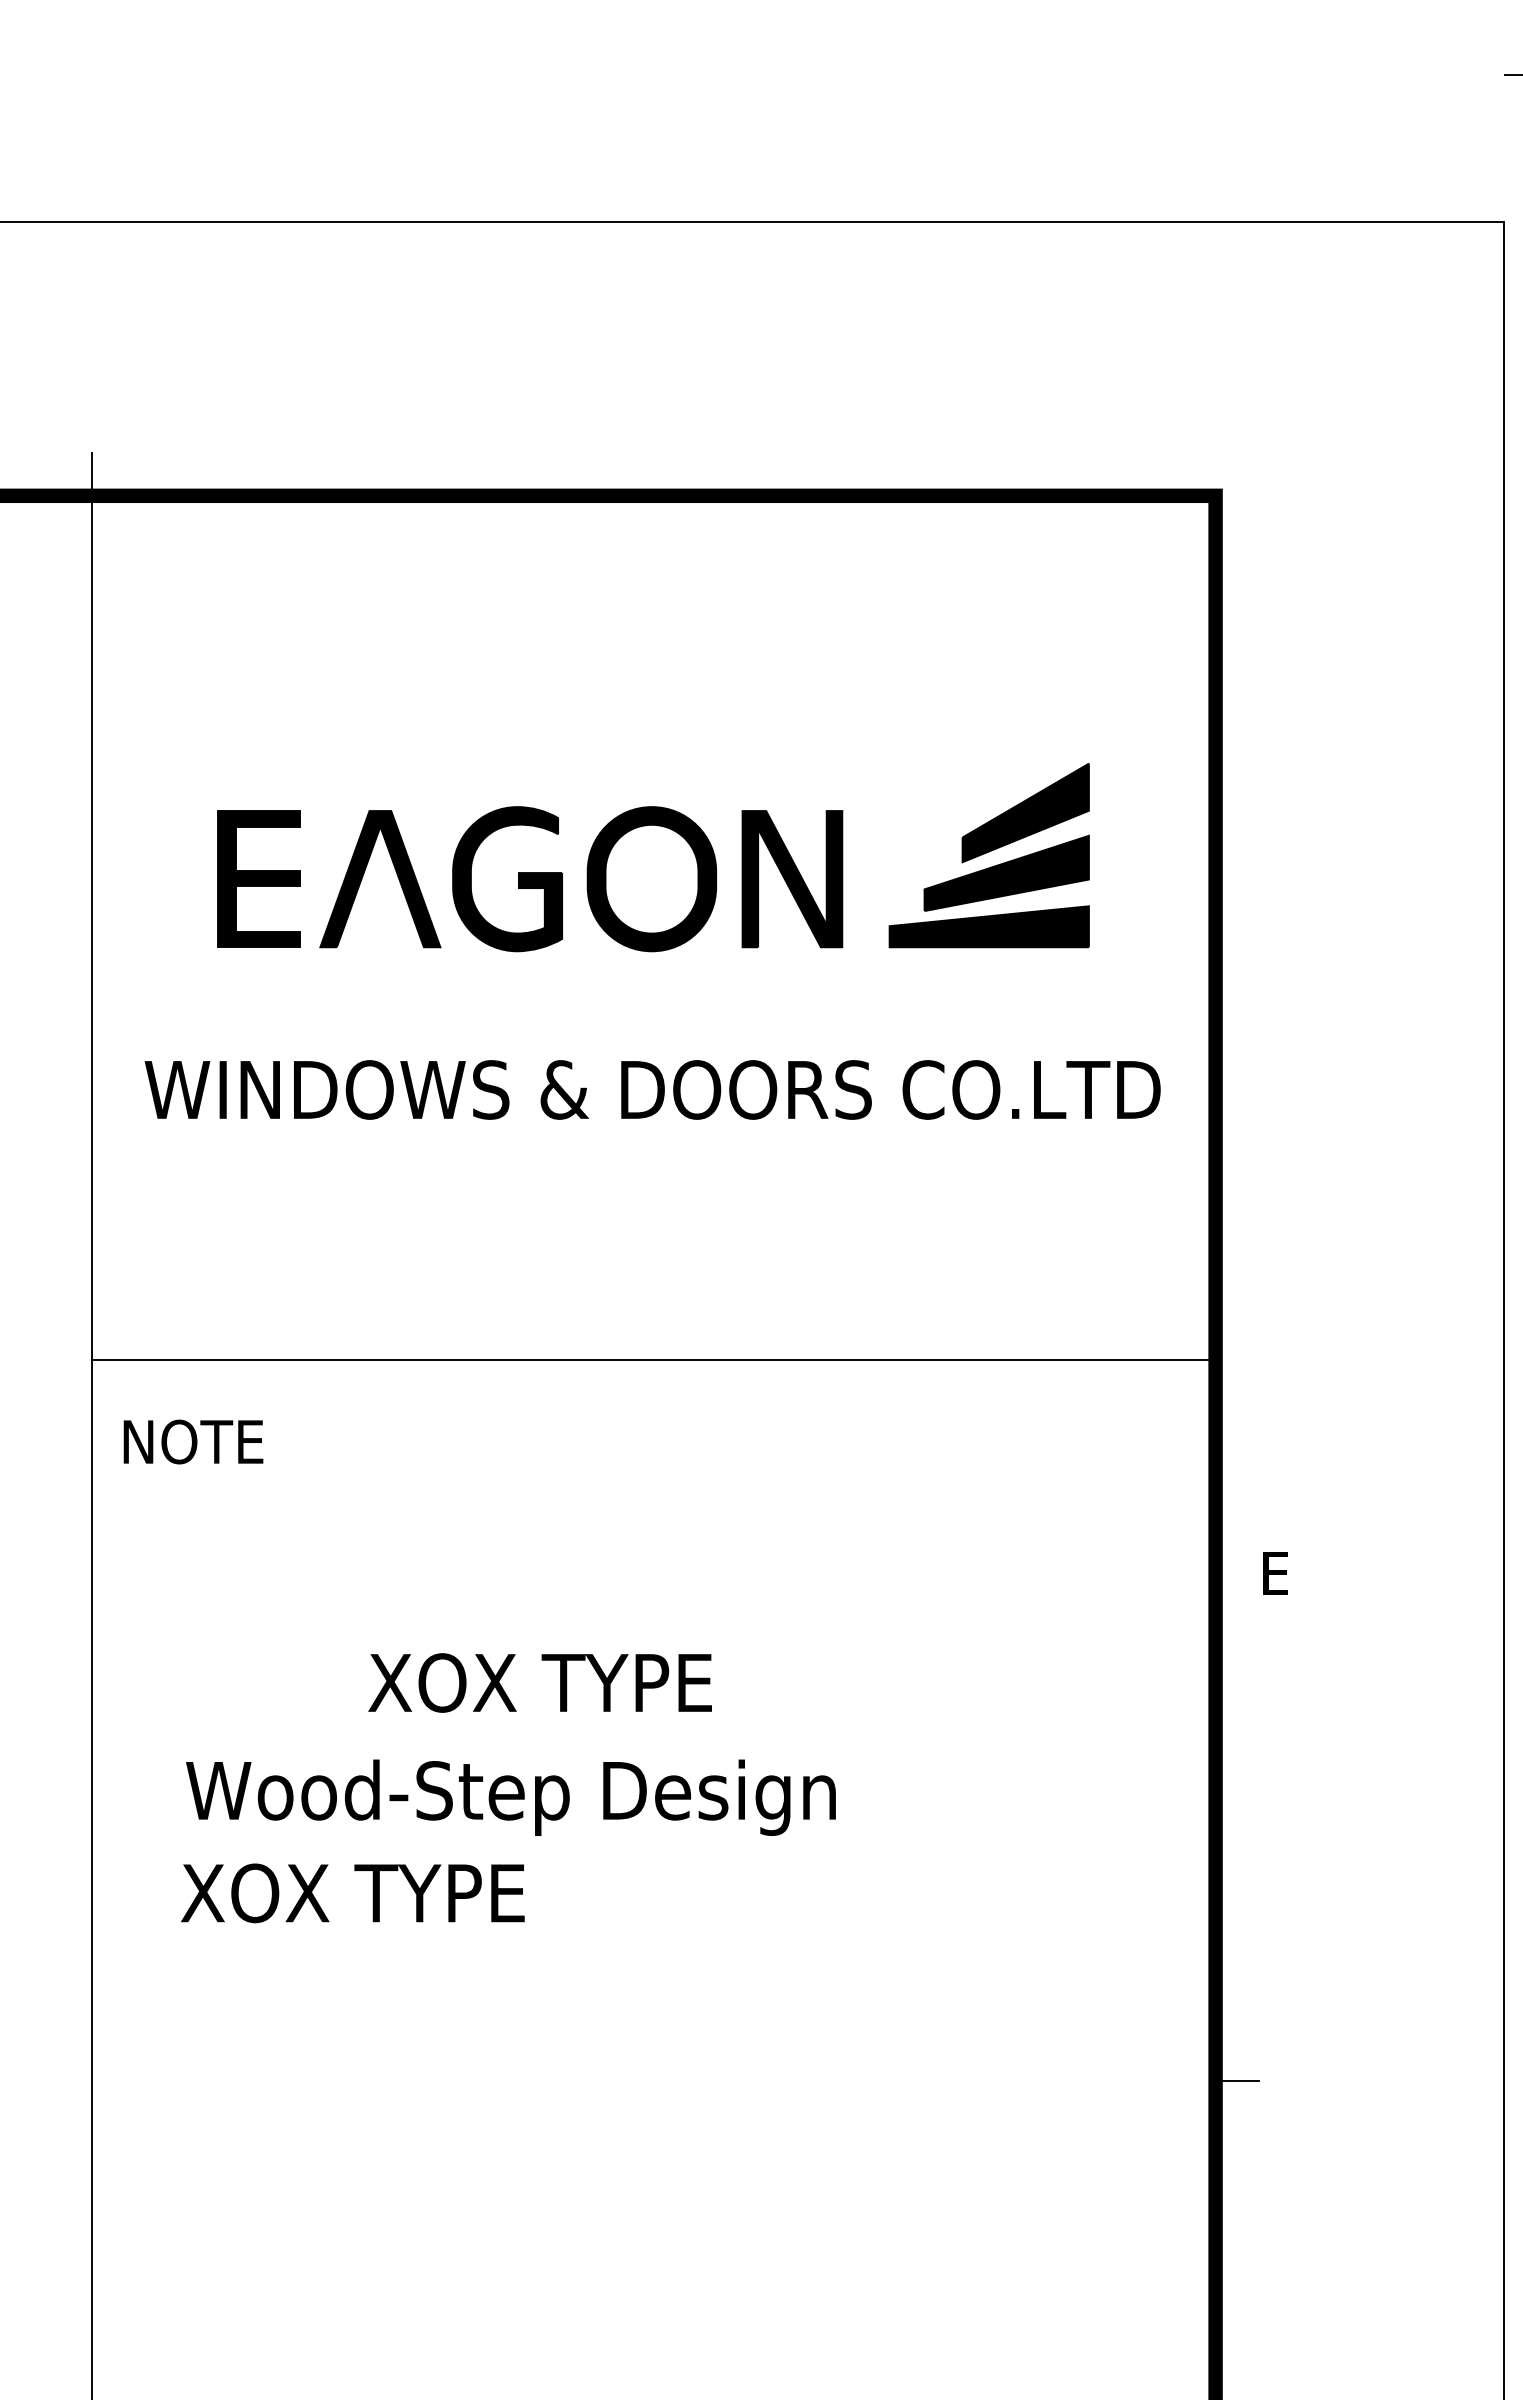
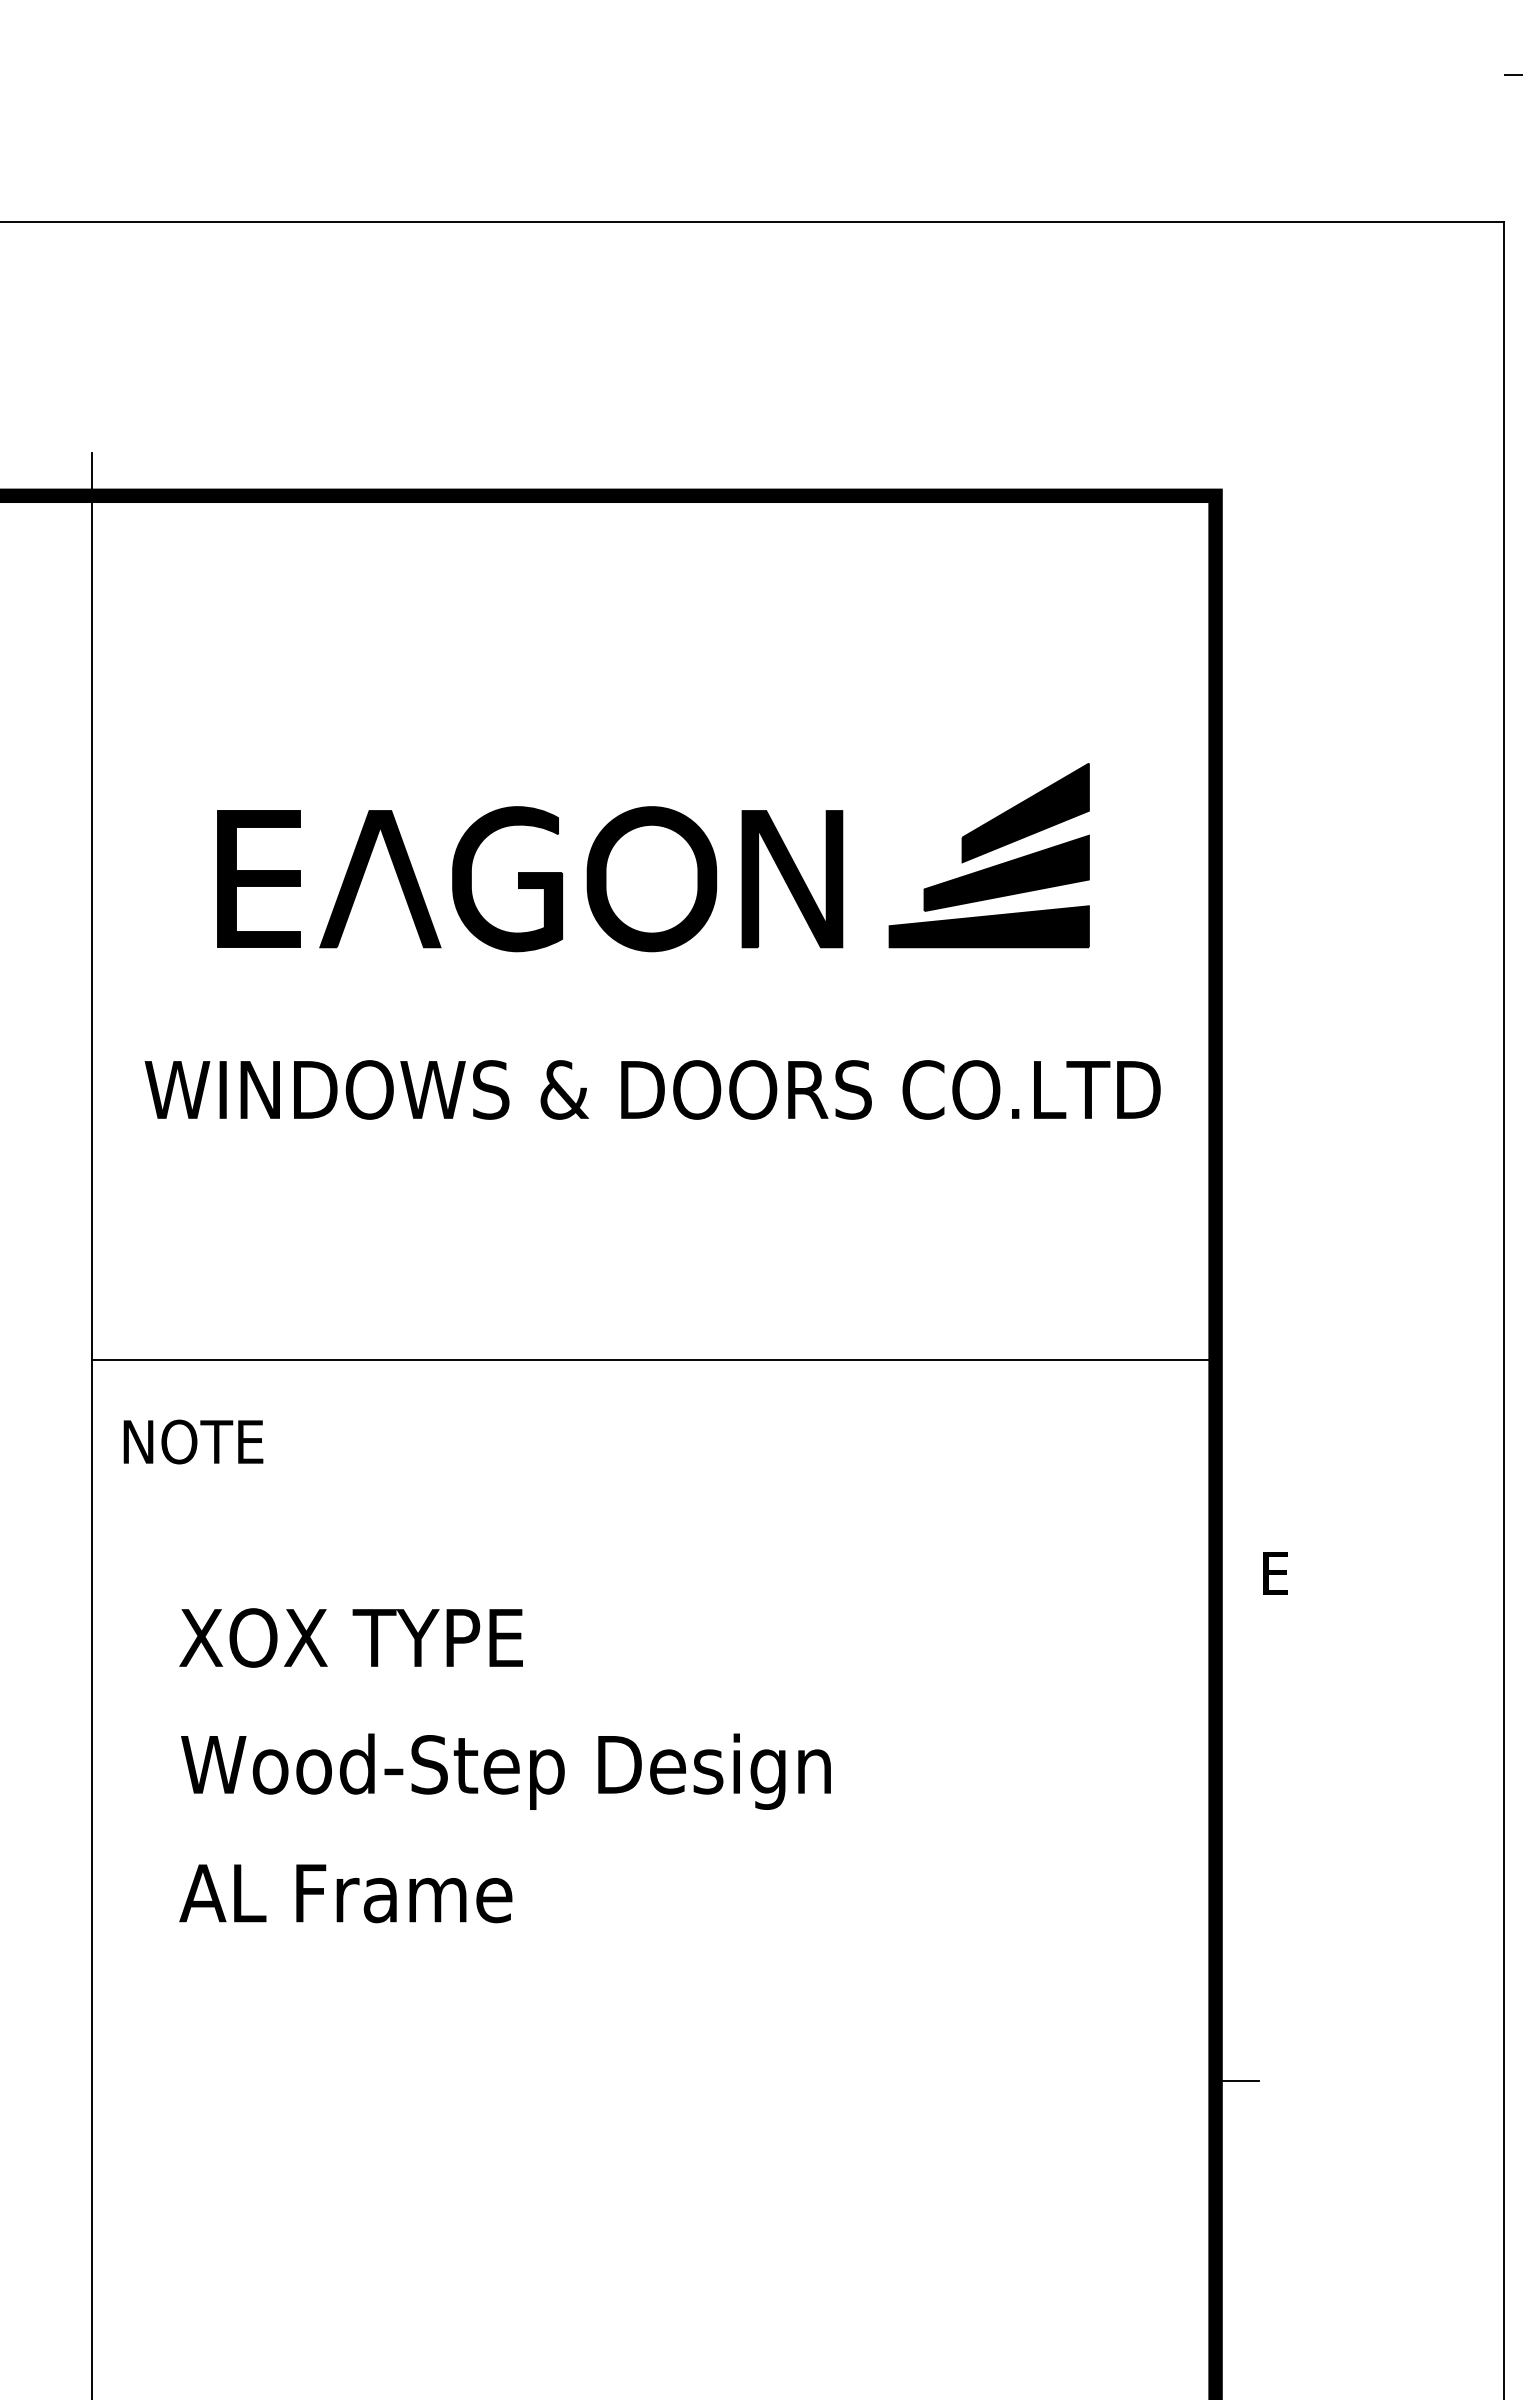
text at (539, 1682) position: (539, 1682) -> (350, 1637)
text at (510, 1797) position: (510, 1797) -> (505, 1771)
text at (351, 1893): XOX TYPE -> AL Frame
